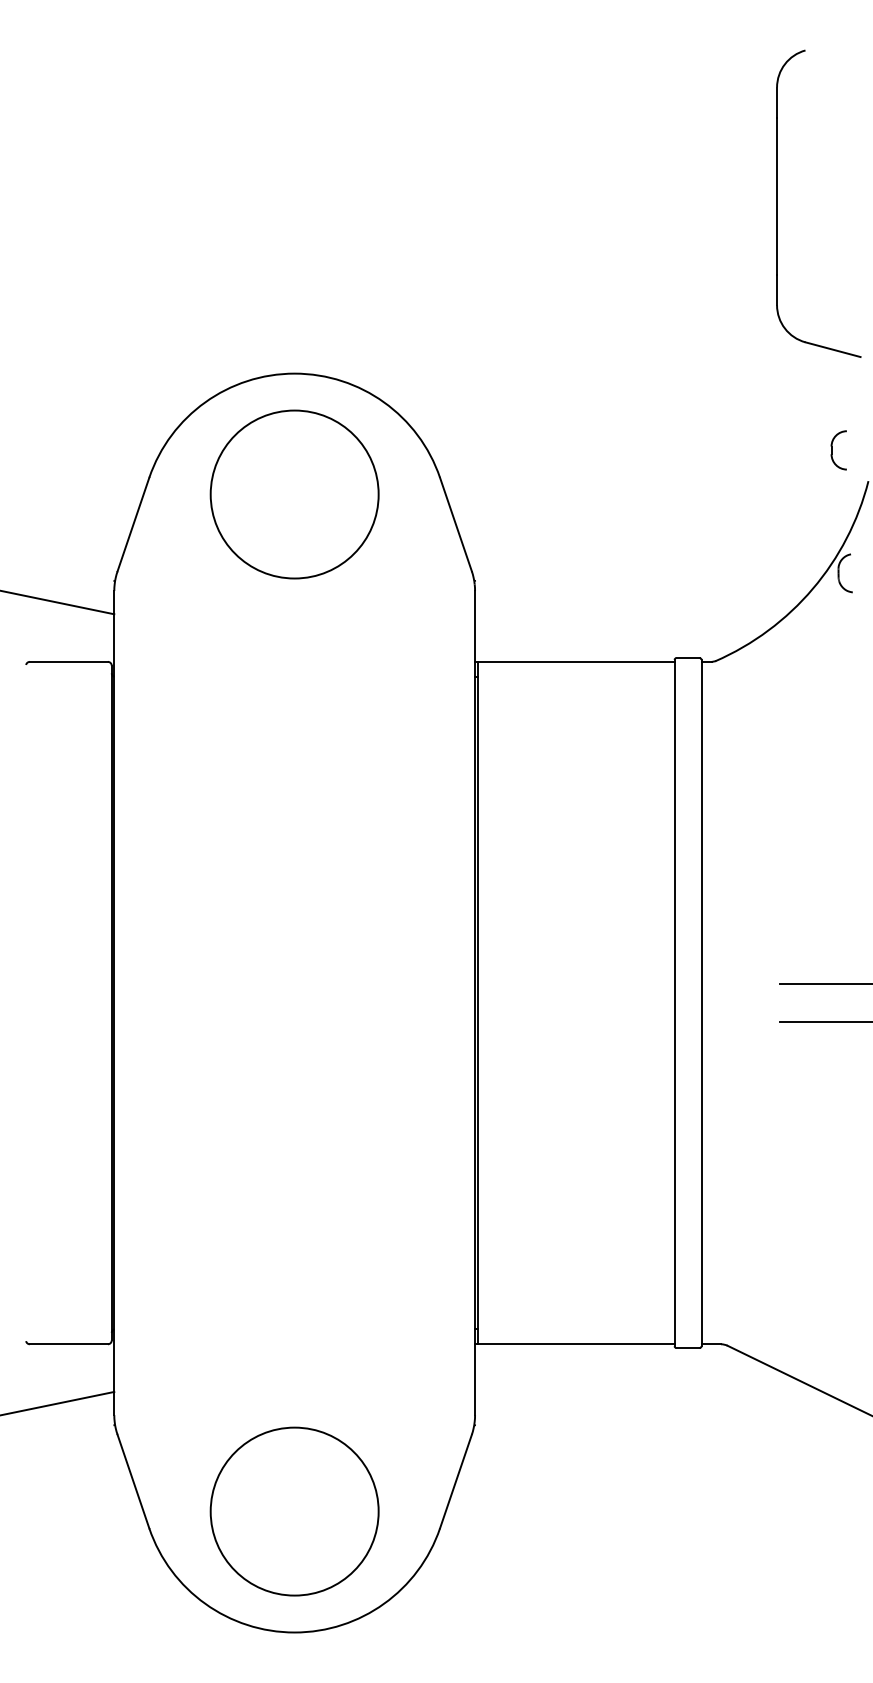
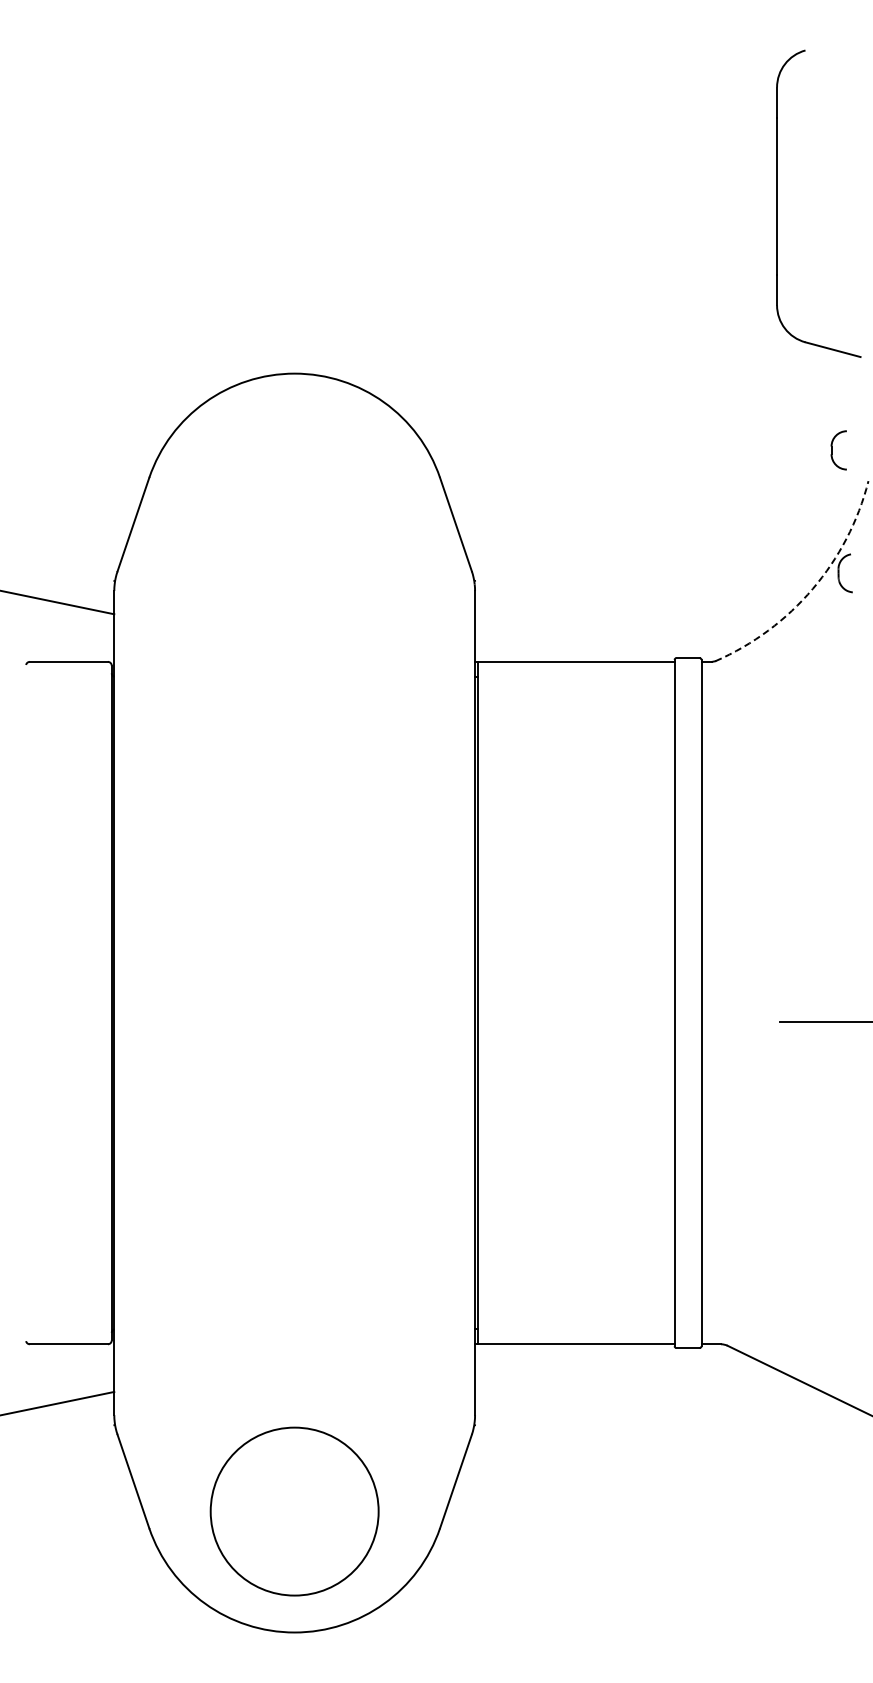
circle at (294, 494): present -> none
arc at (812, 588): solid -> dashed
line at (824, 983): present -> none
